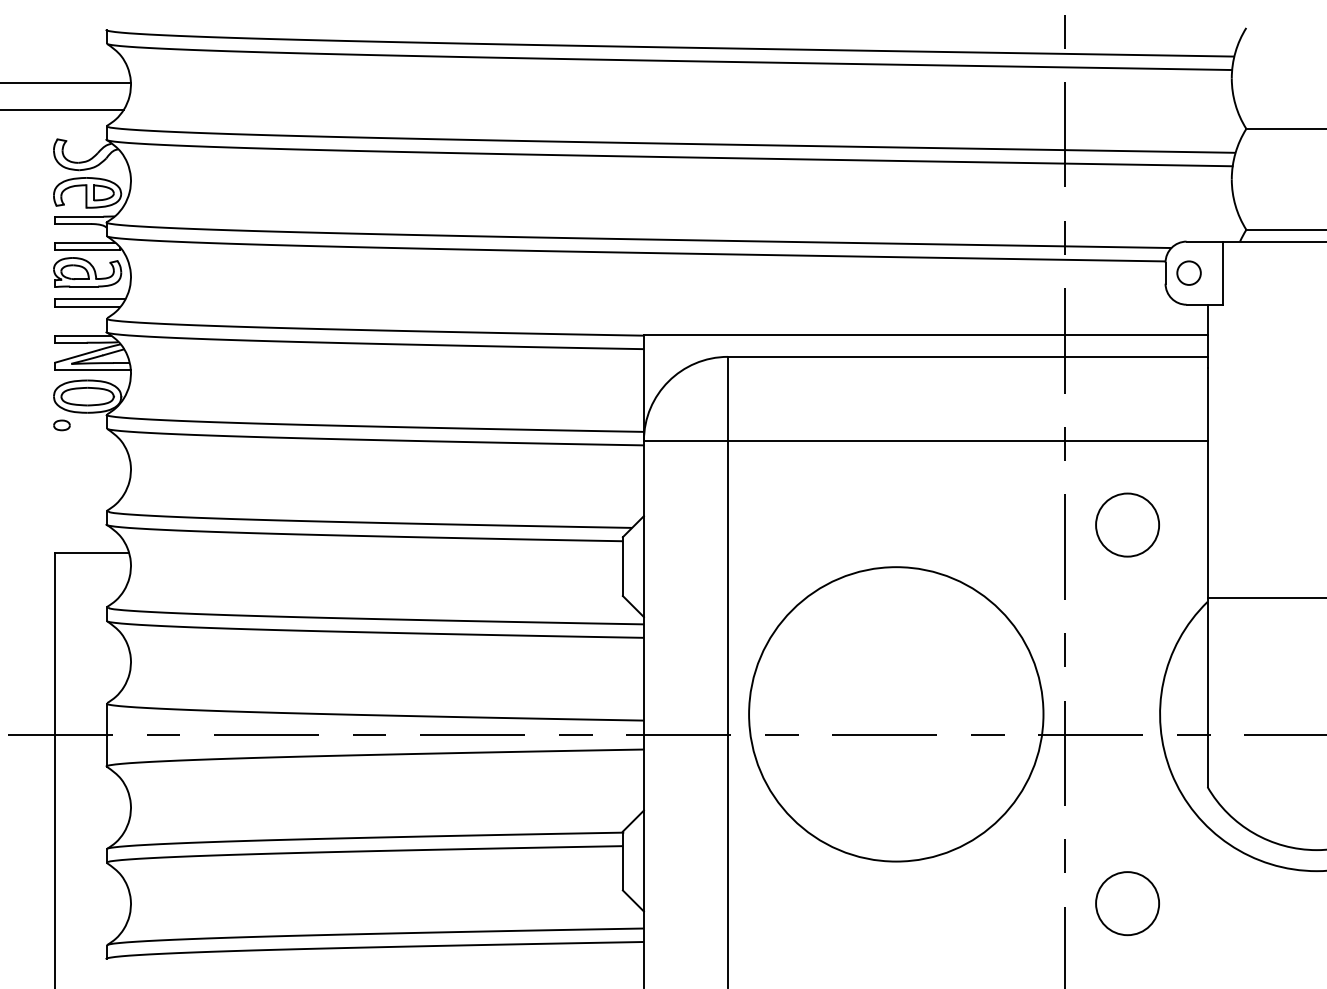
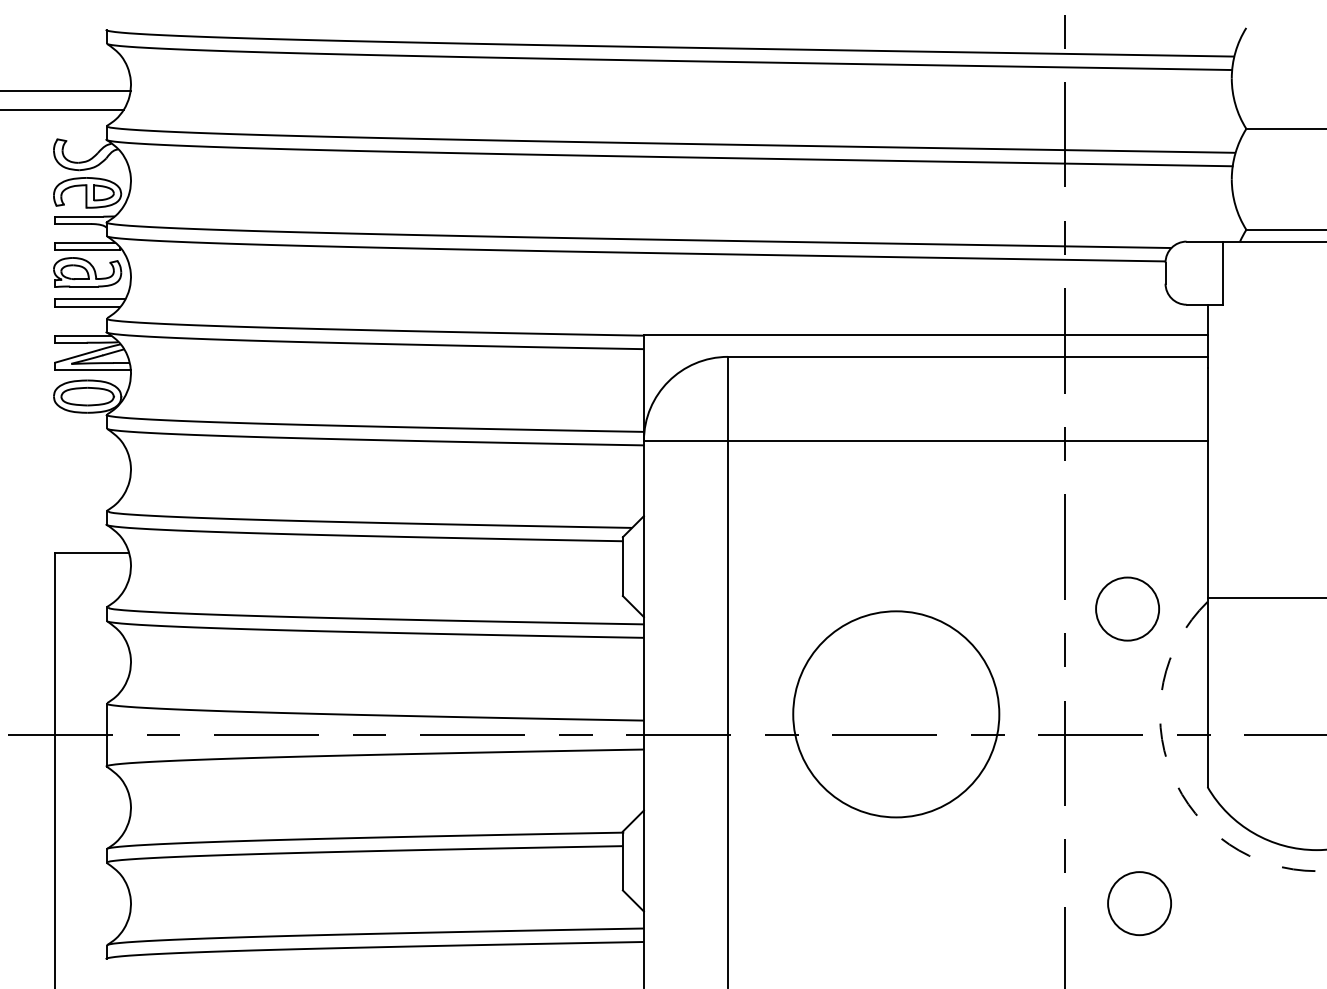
line at (66, 82) position: (66, 82) -> (66, 90)
circle at (1188, 272): present -> none
part at (61, 425): present -> none
circle at (1127, 524) position: (1127, 524) -> (1127, 608)
circle at (896, 714) diameter: 294 px -> 206 px
arc at (1173, 777): solid -> dashed
circle at (1127, 903) position: (1127, 903) -> (1139, 903)
